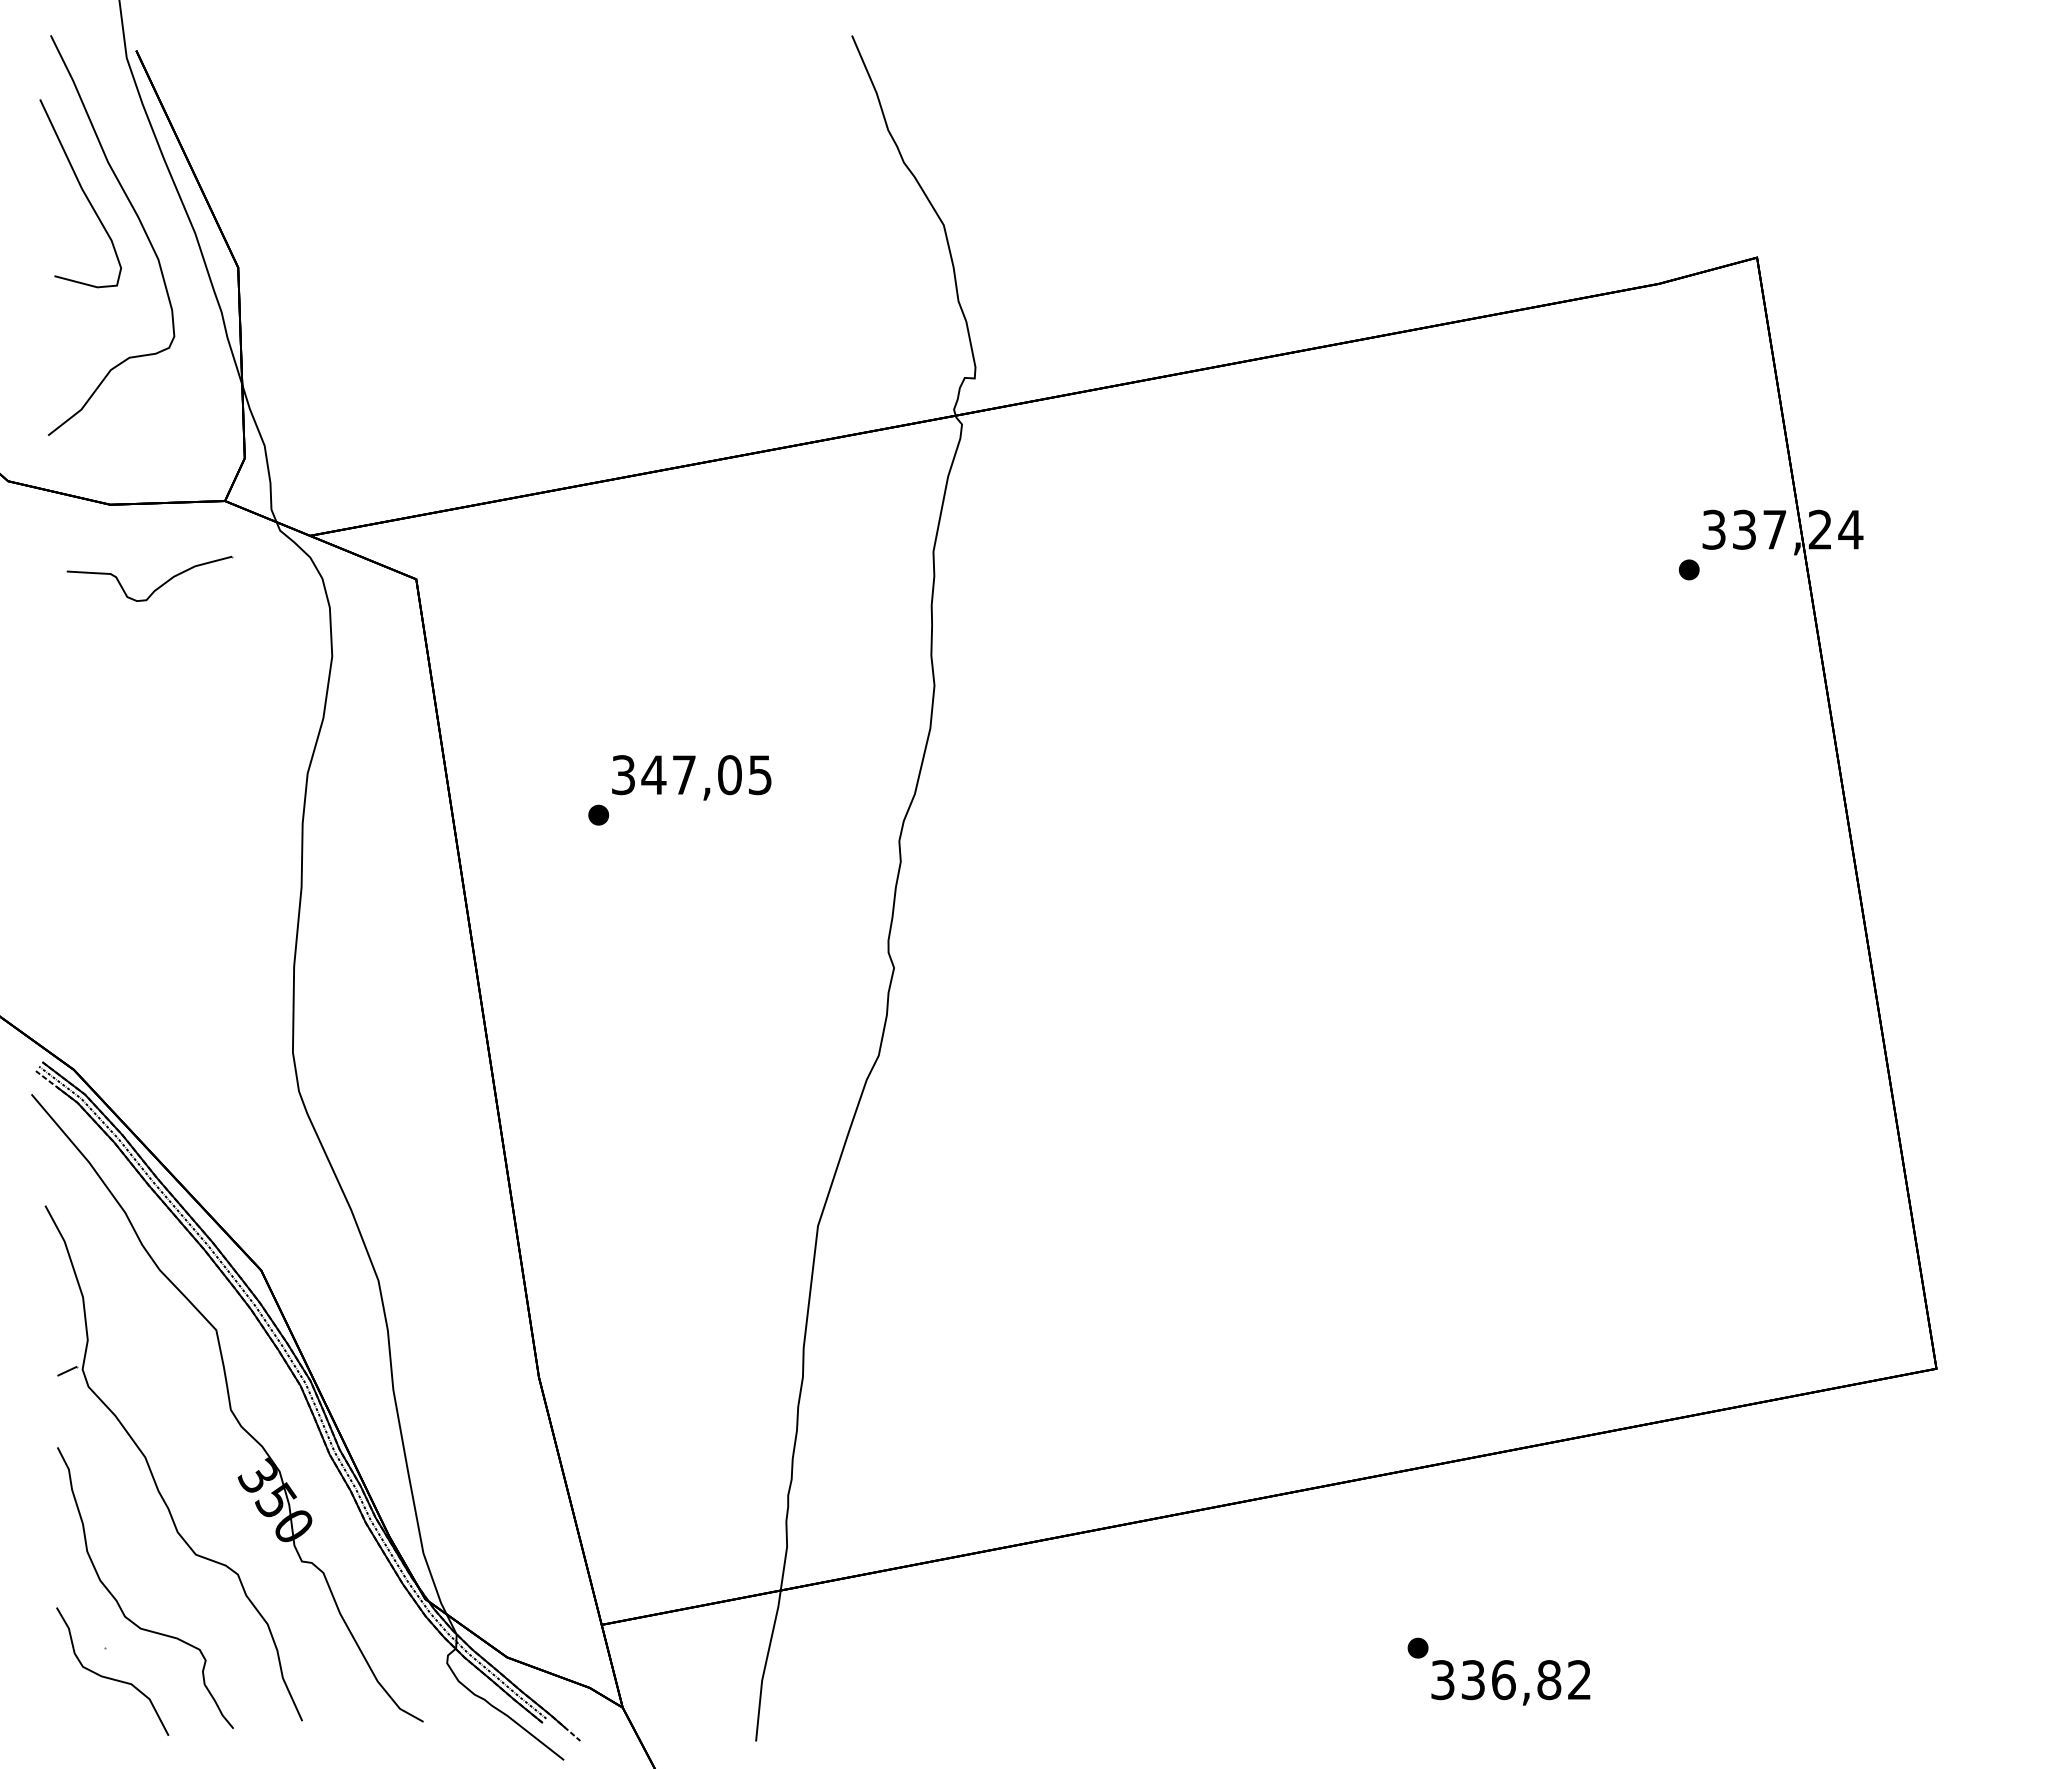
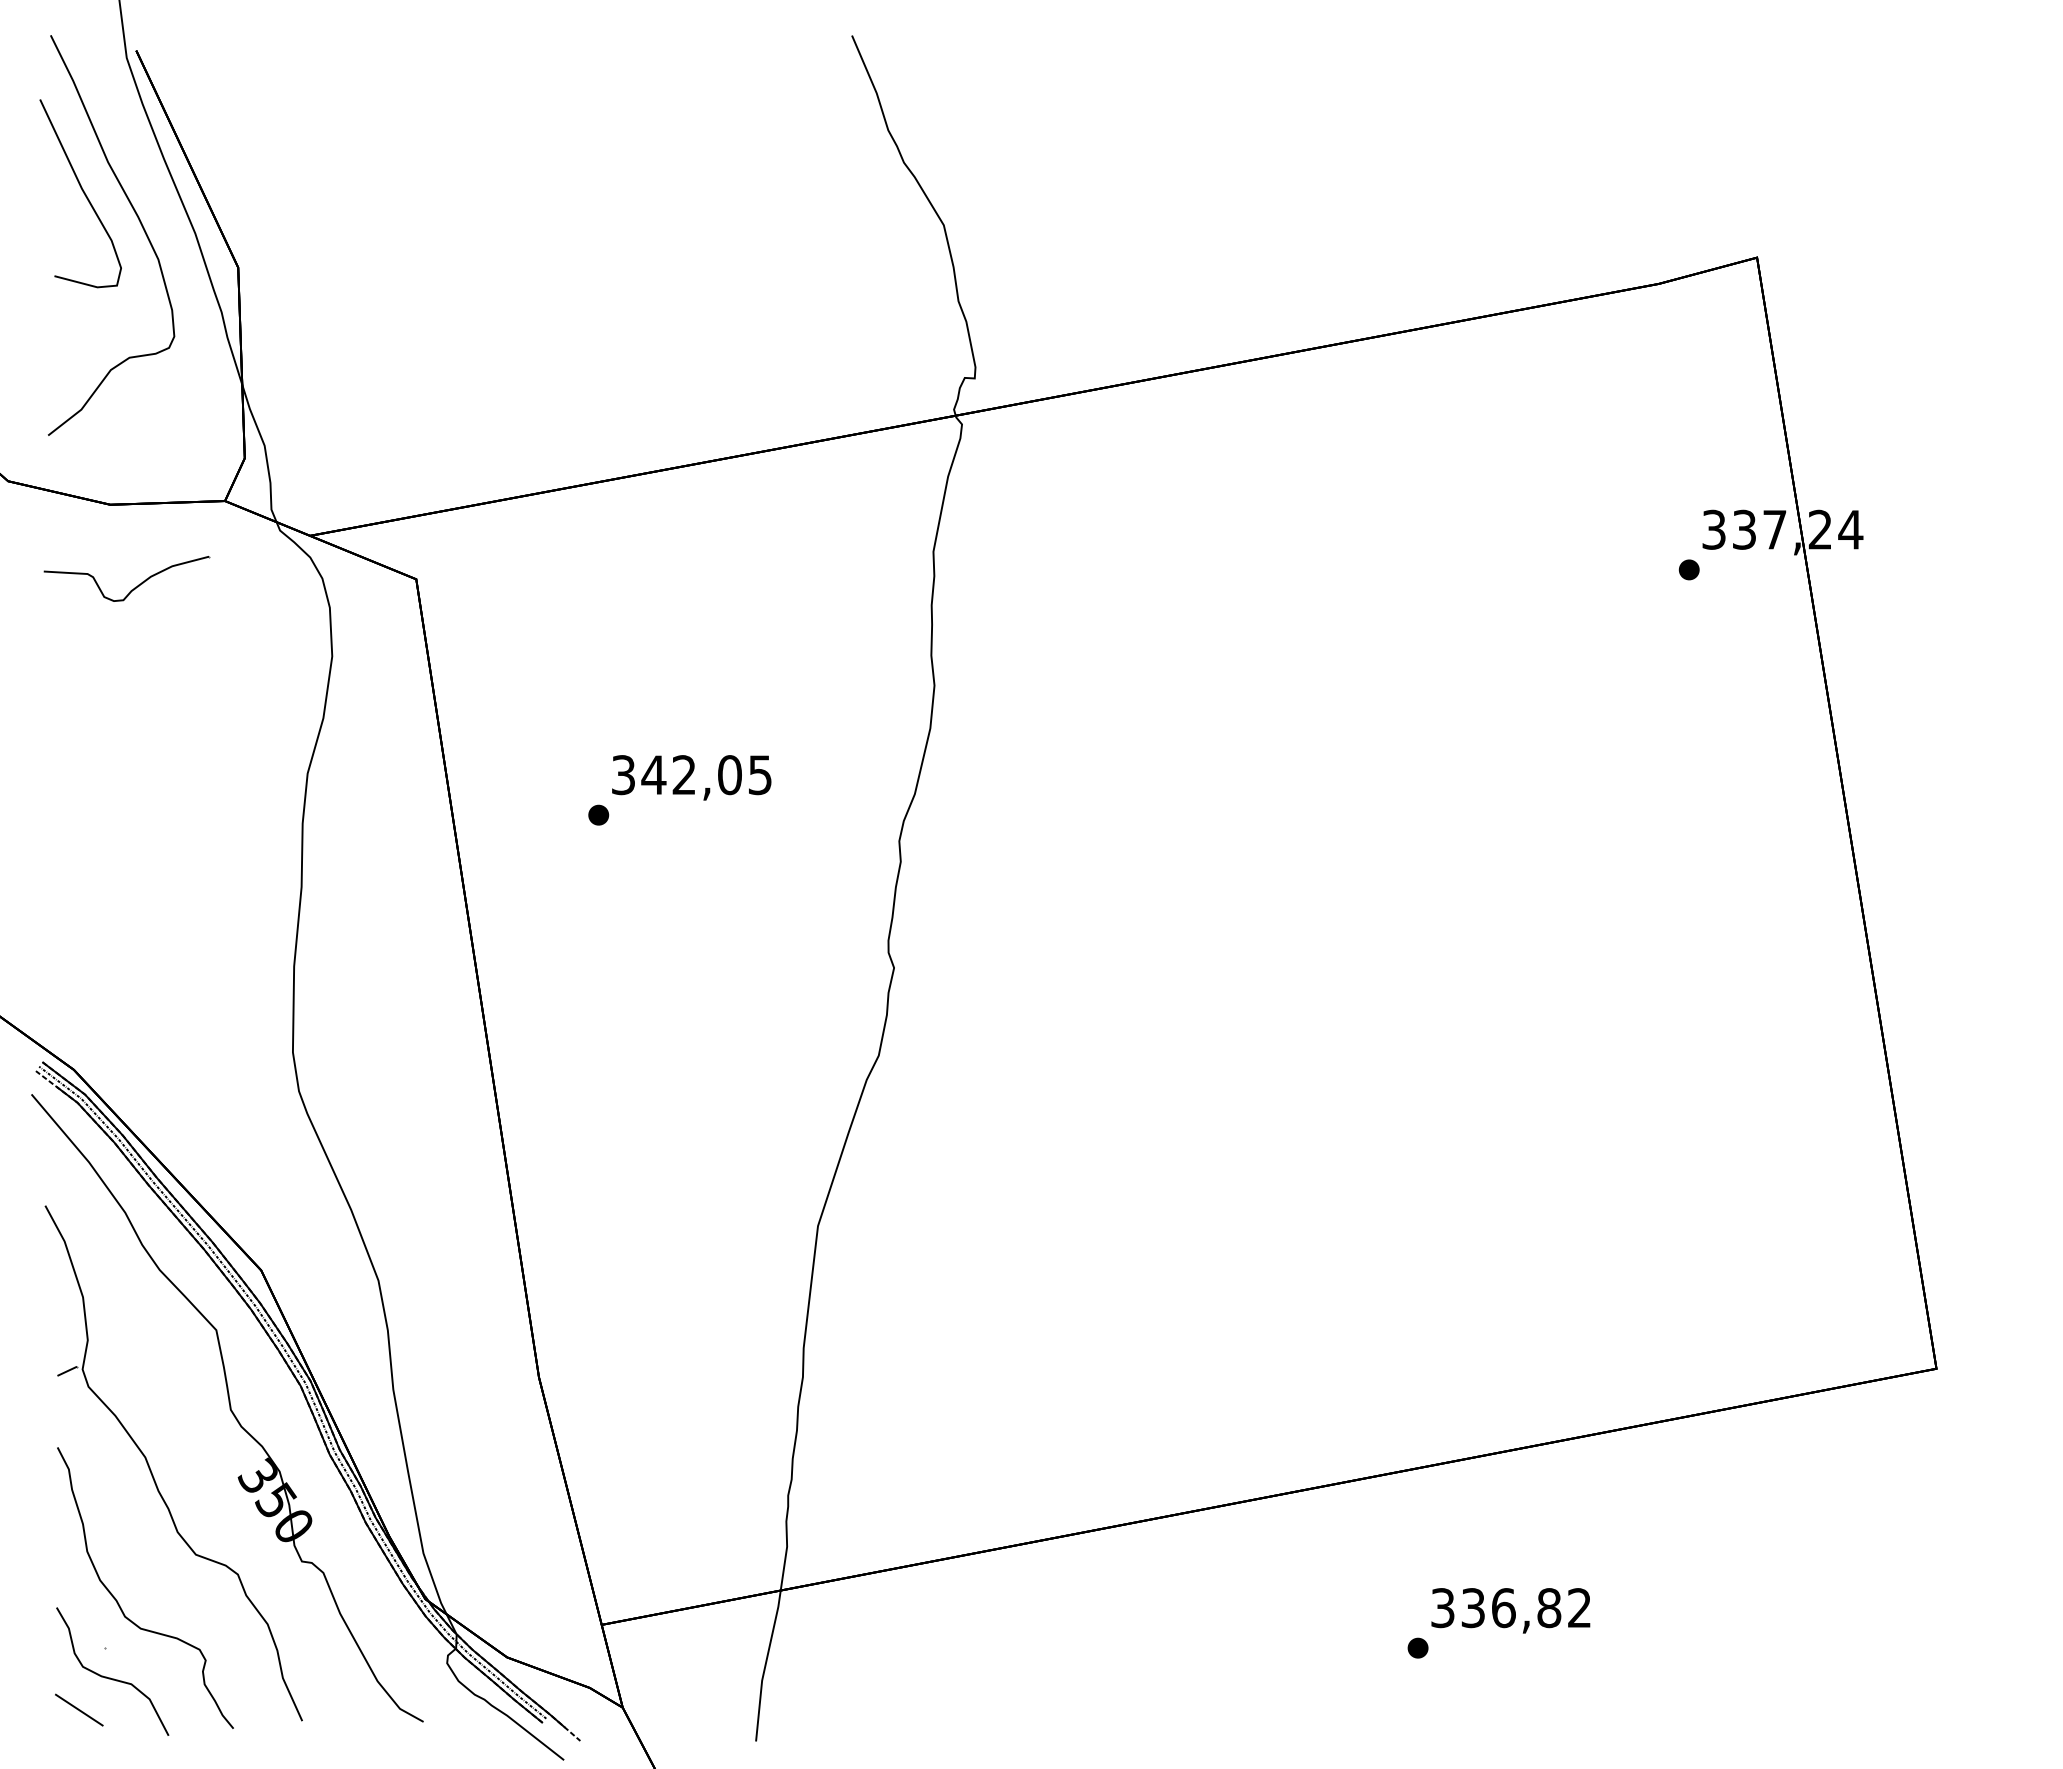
part at (157, 587) position: (157, 587) -> (134, 587)
text at (683, 774): 347,05 -> 342,05
text at (1510, 1682) position: (1510, 1682) -> (1510, 1610)
line at (79, 1709): none -> present
